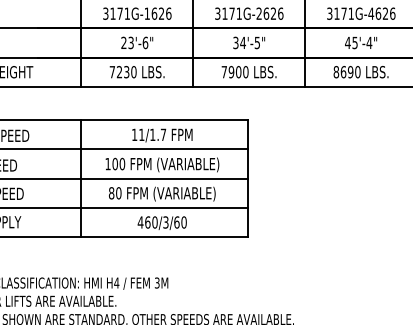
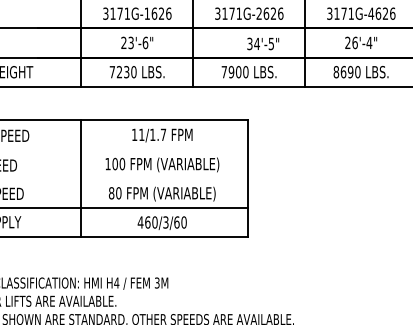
text at (249, 42) position: (249, 42) -> (263, 43)
text at (351, 42): 45'-4" -> 26'-4"
line at (125, 149): present -> none
line at (125, 178): present -> none
